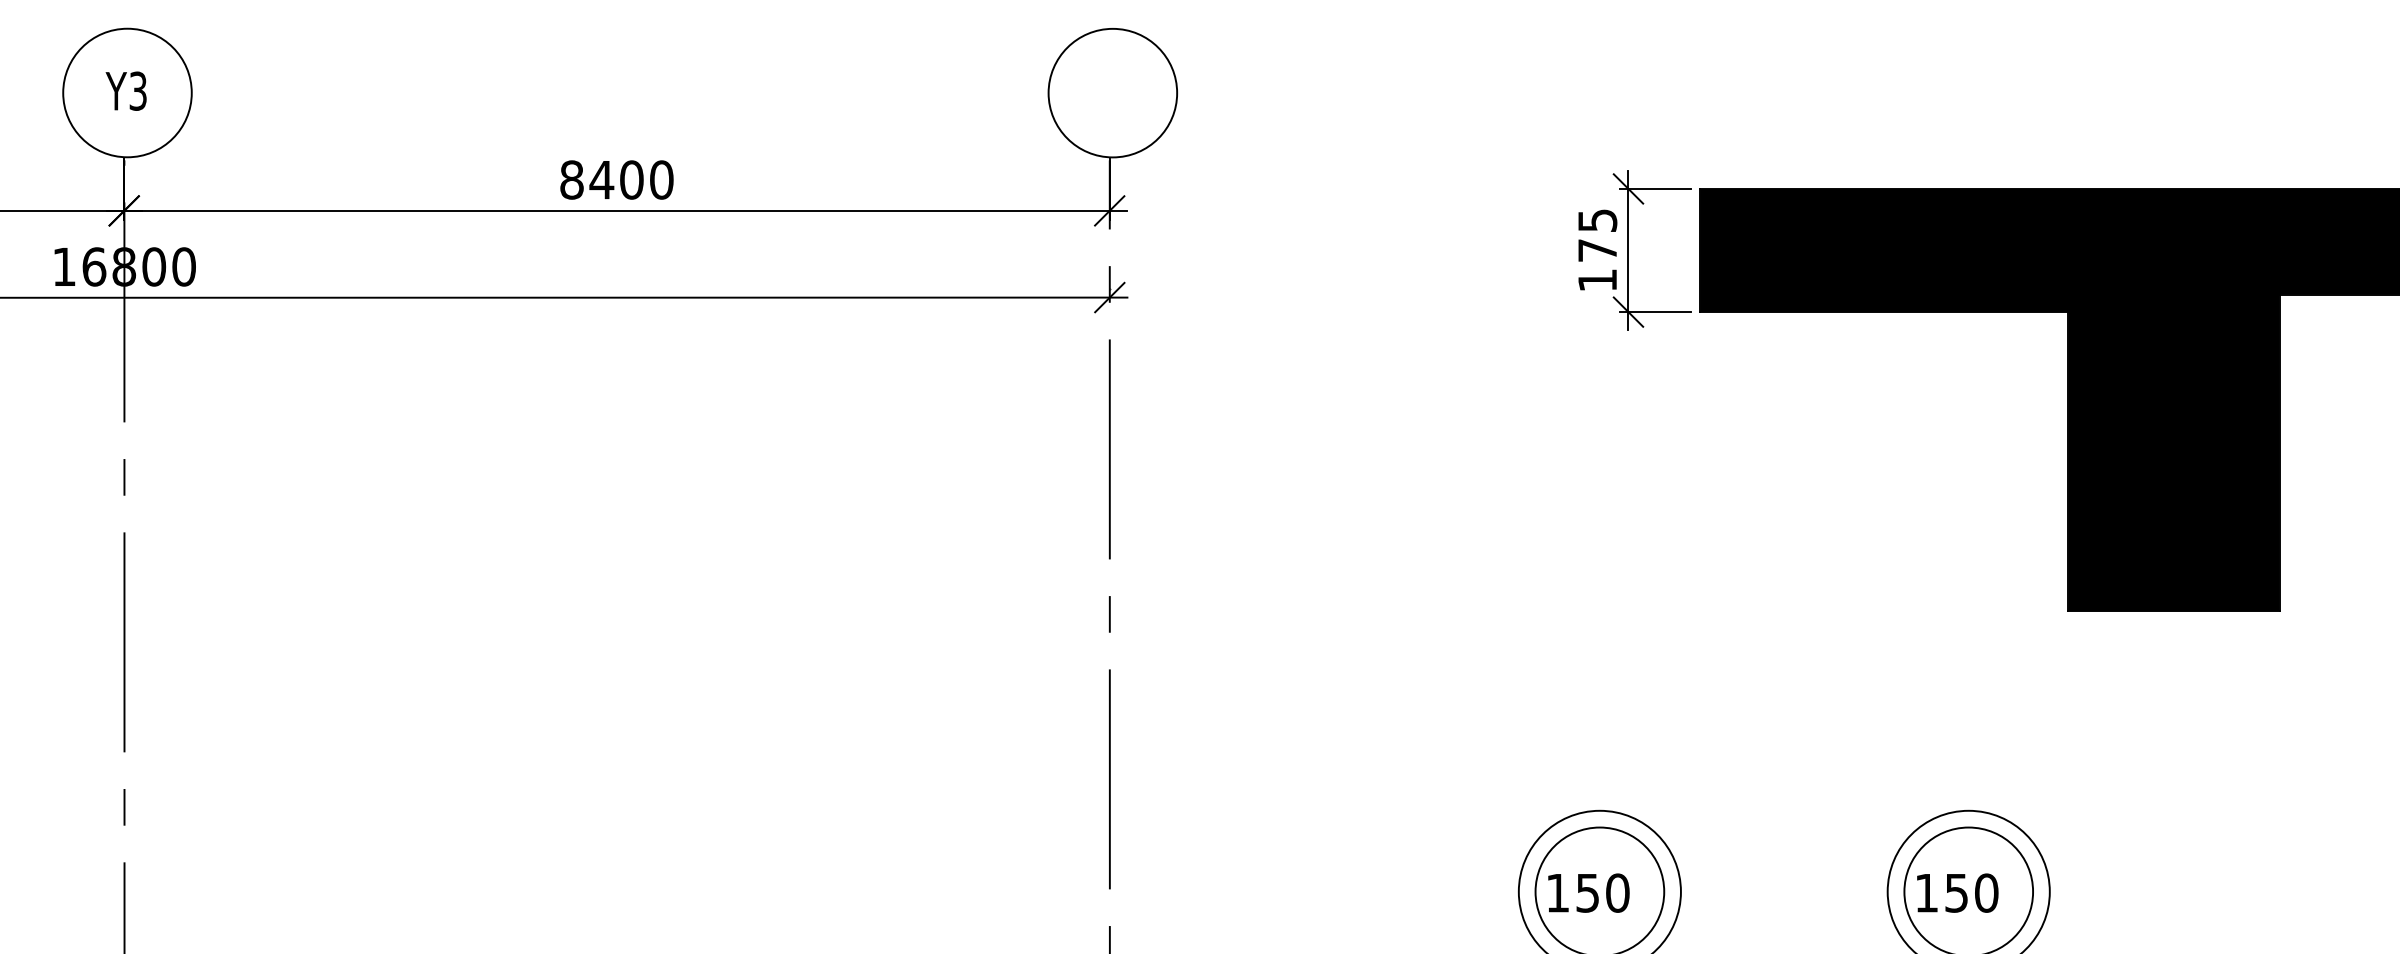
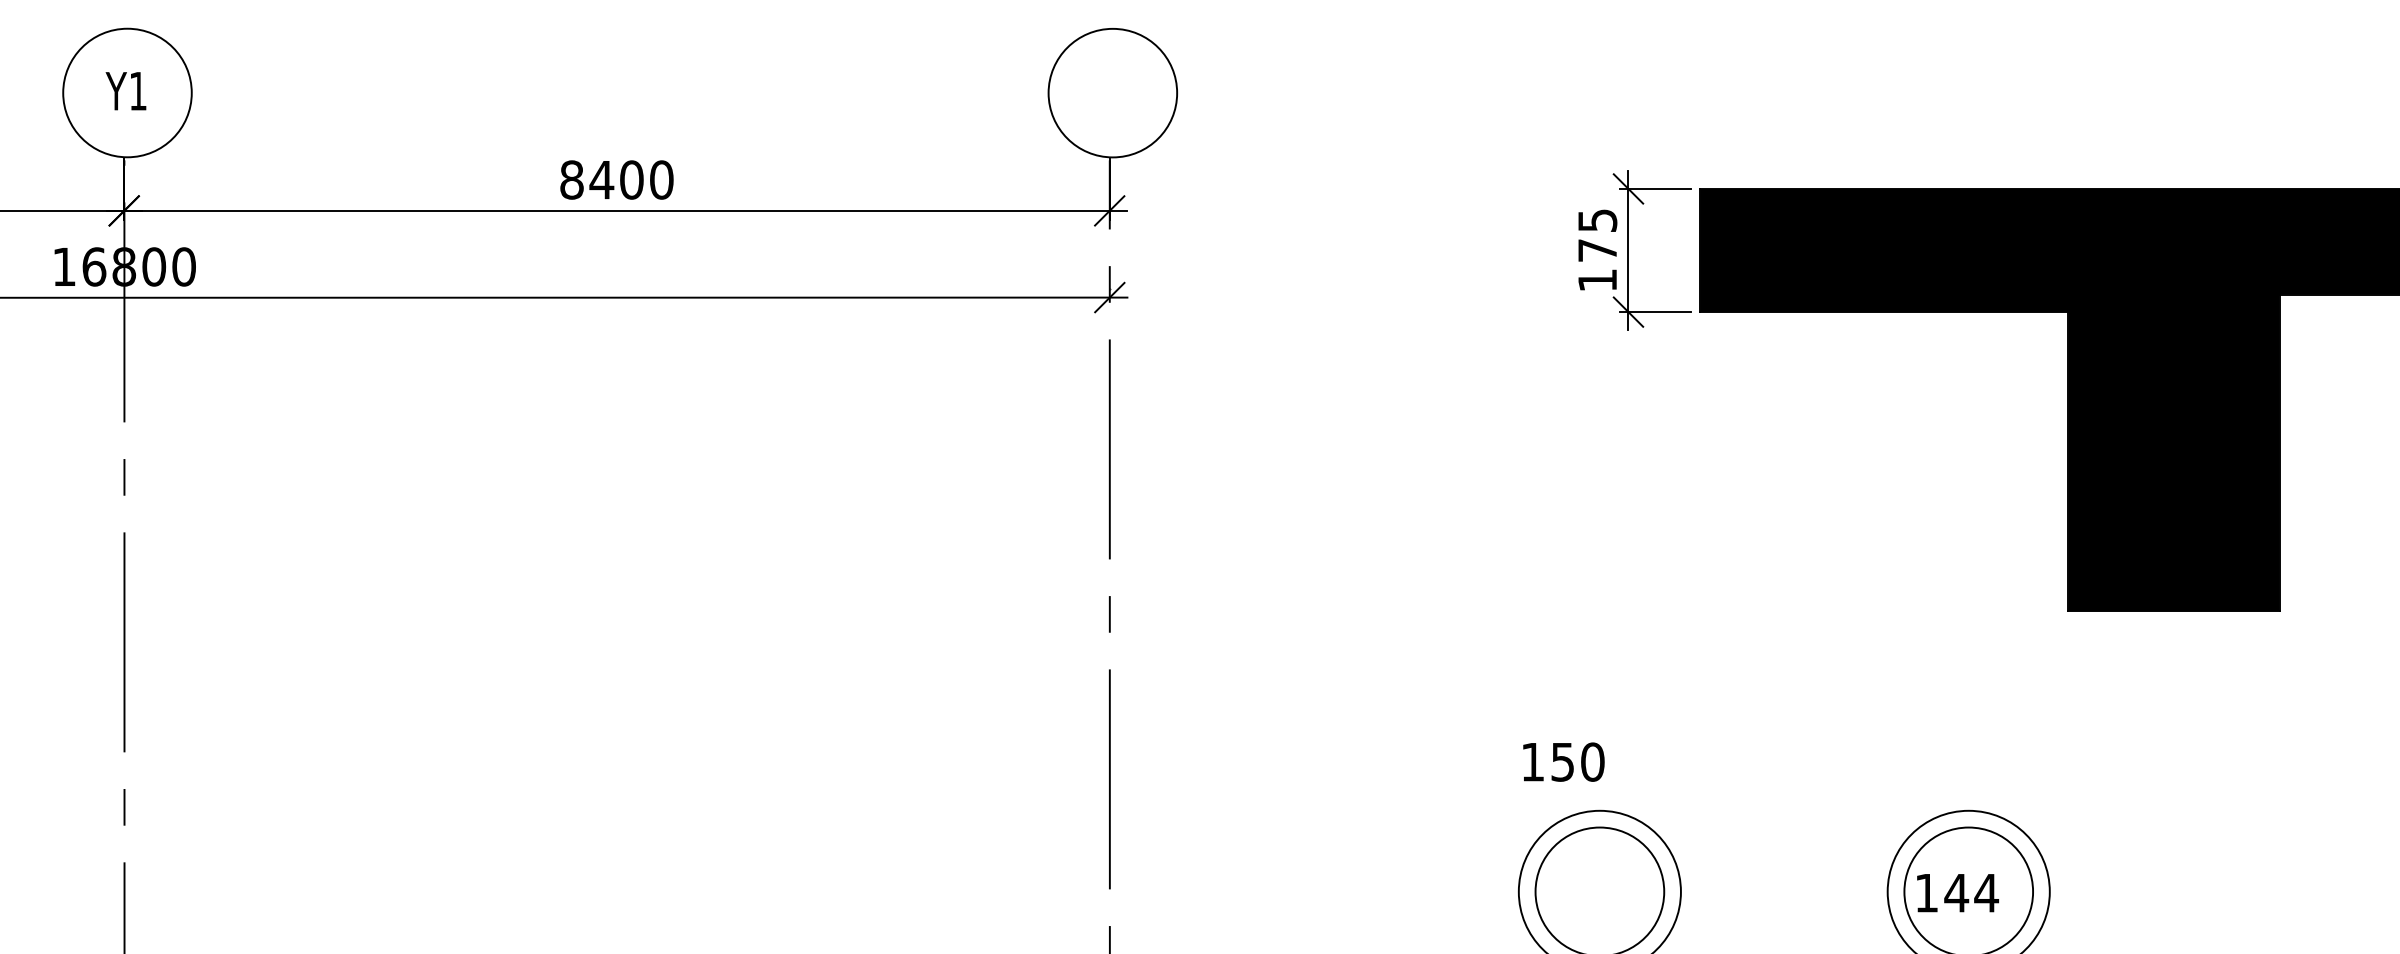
text at (137, 90): Y3 -> Y1
text at (1588, 892) position: (1588, 892) -> (1563, 761)
text at (1971, 892): 150 -> 144
